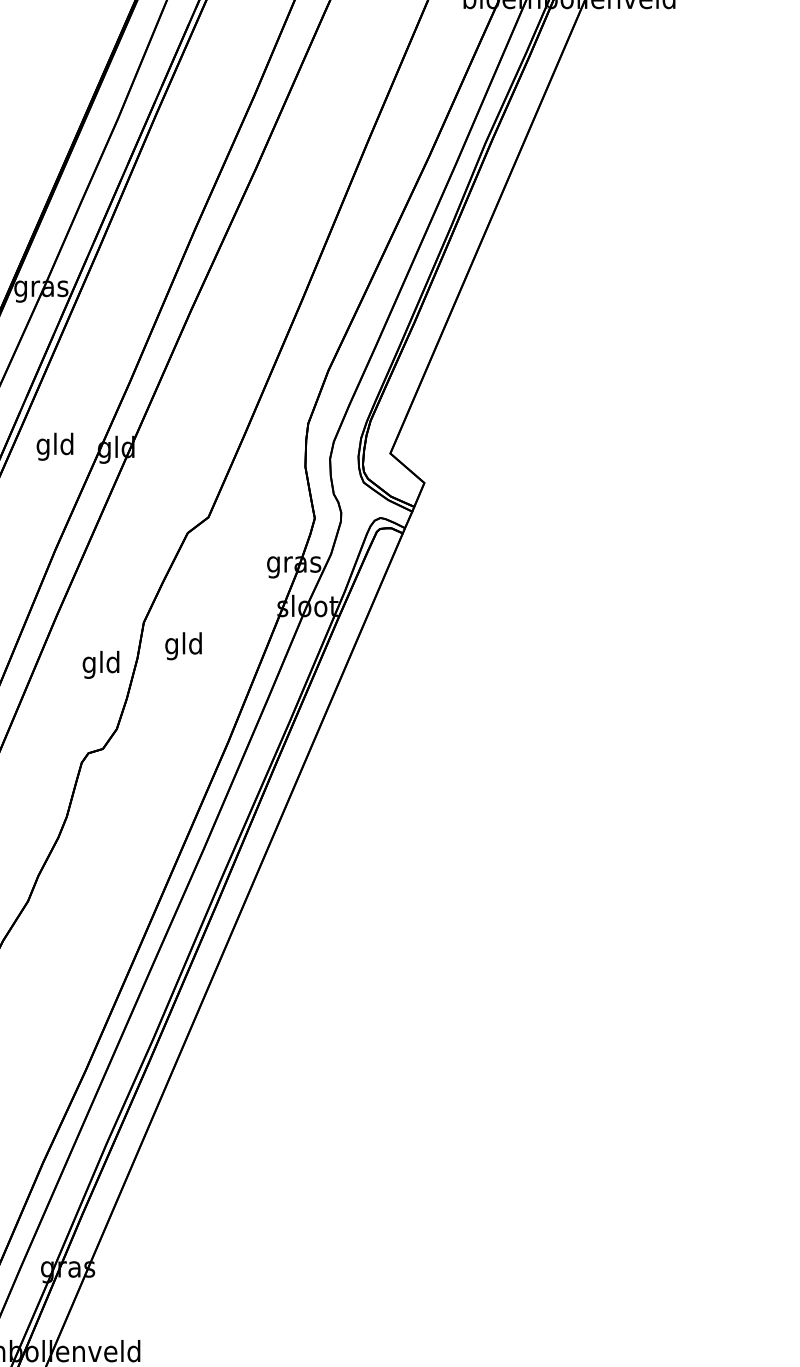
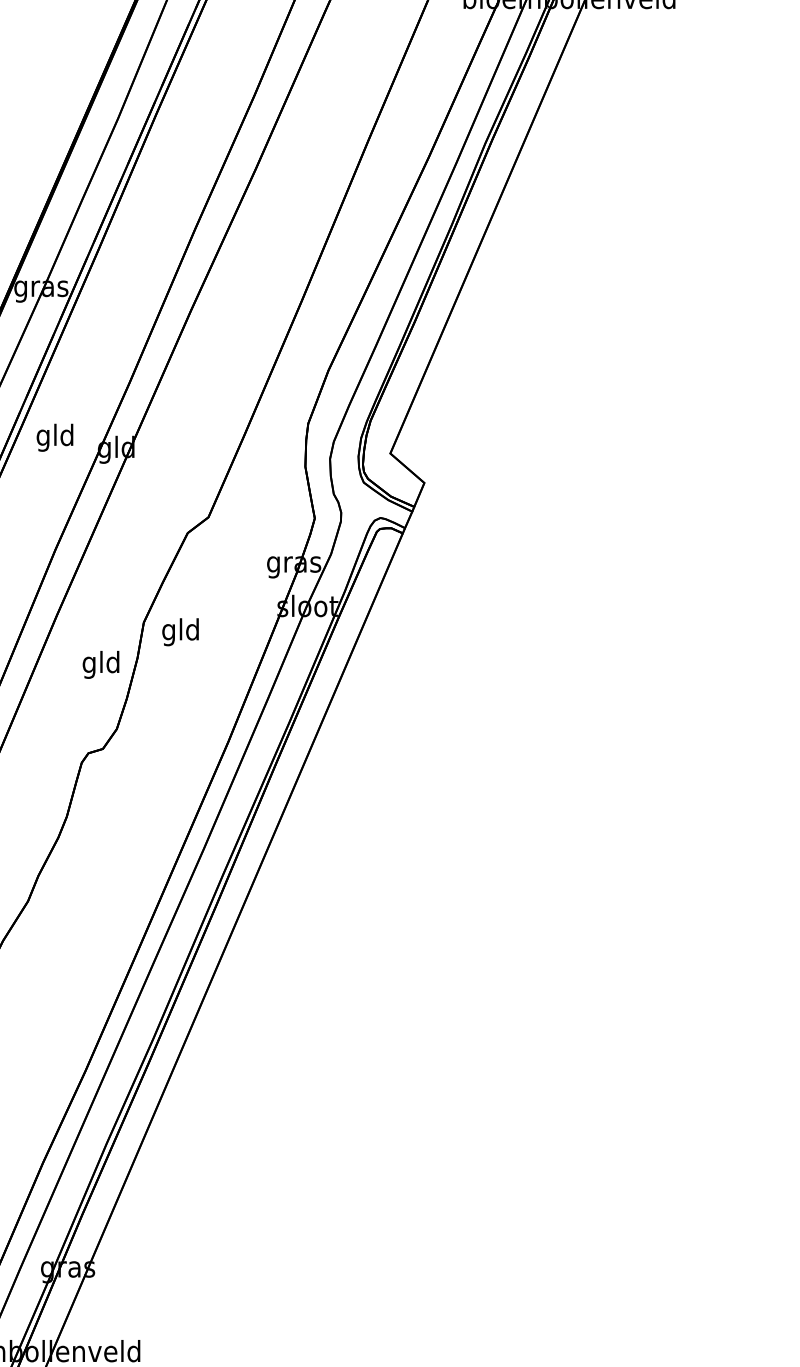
text at (54, 446) position: (54, 446) -> (54, 437)
text at (183, 646) position: (183, 646) -> (180, 632)
